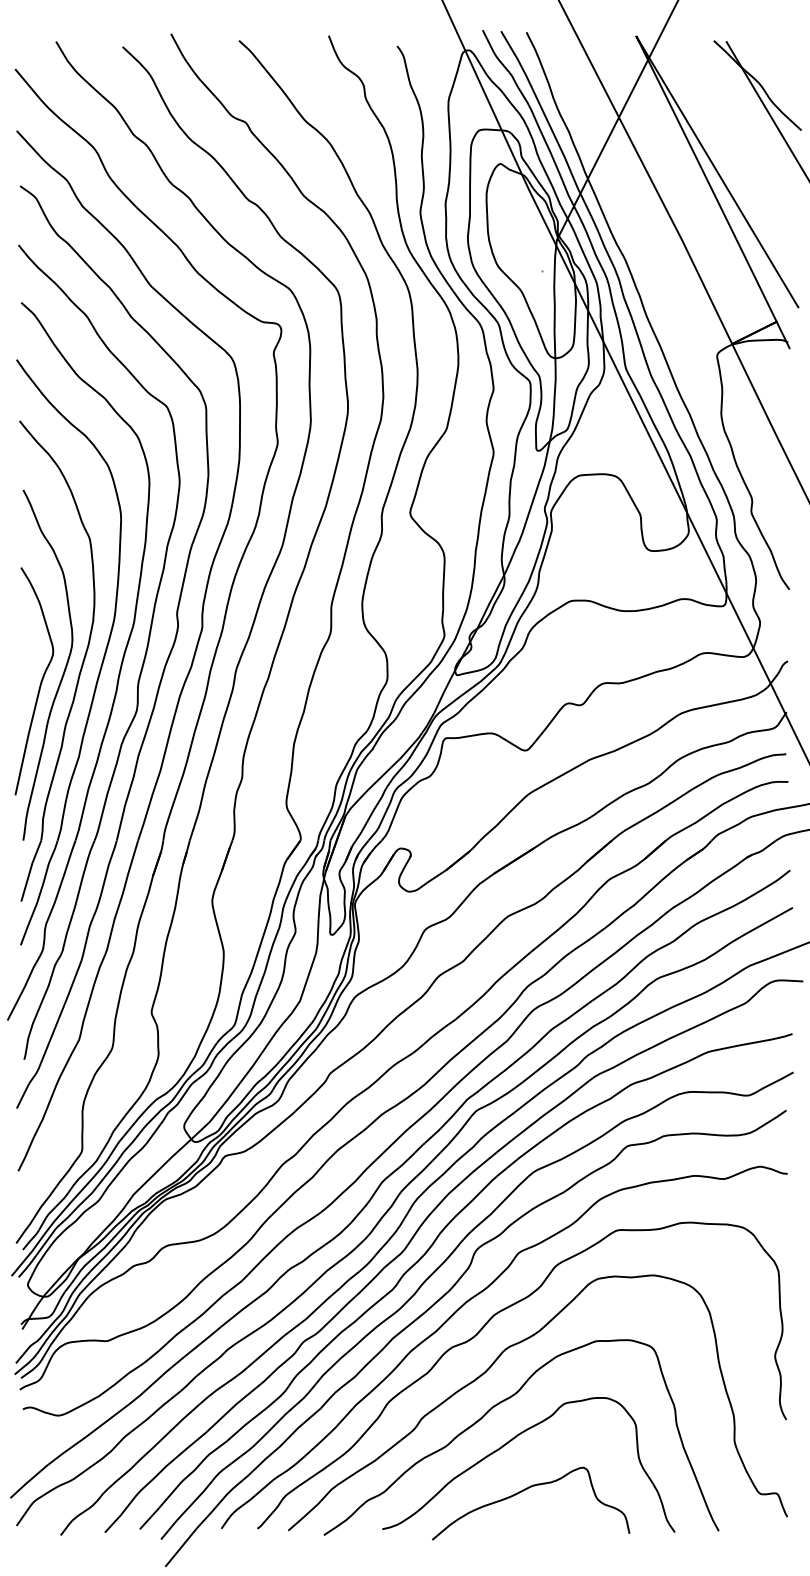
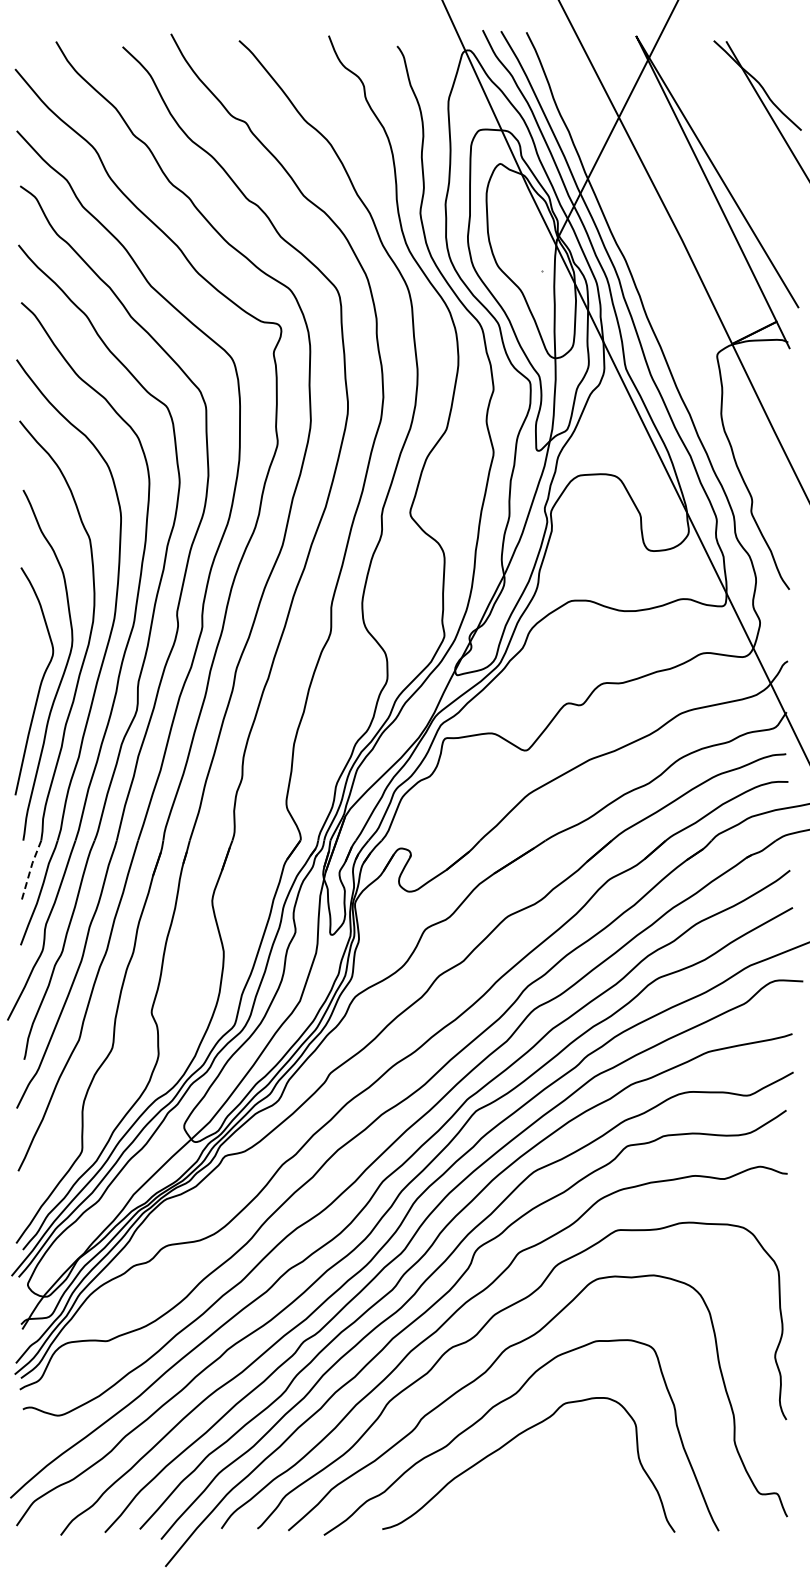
line at (30, 870): solid -> dashed
curve at (525, 1490): present -> none
